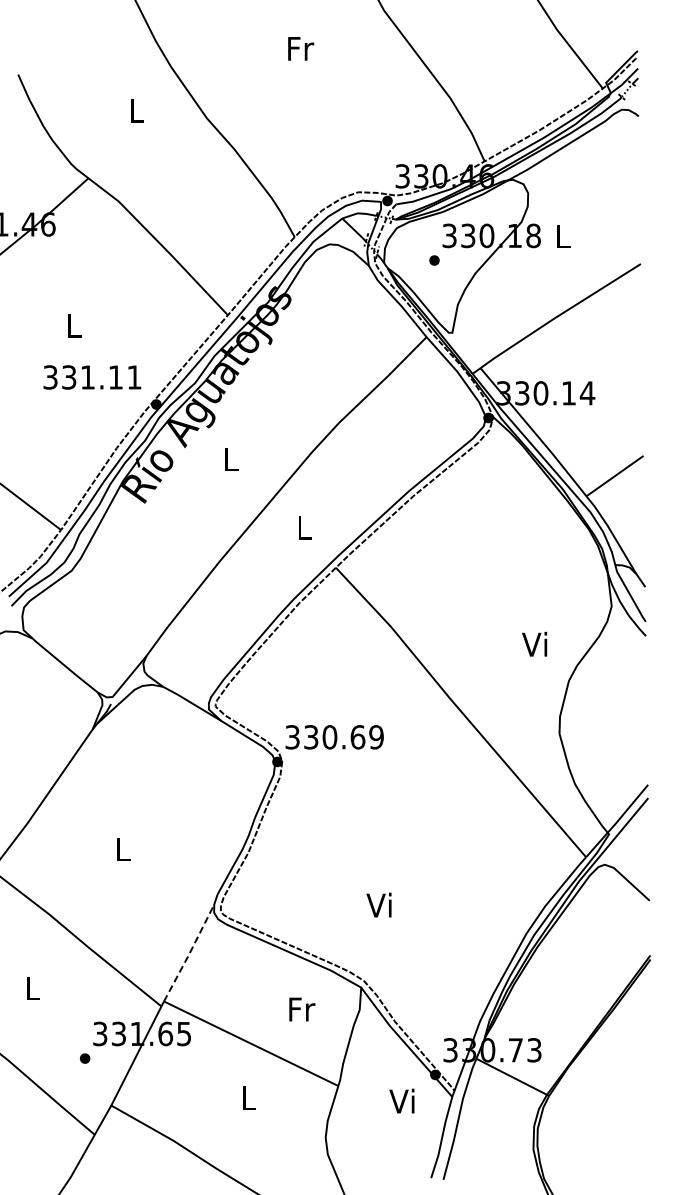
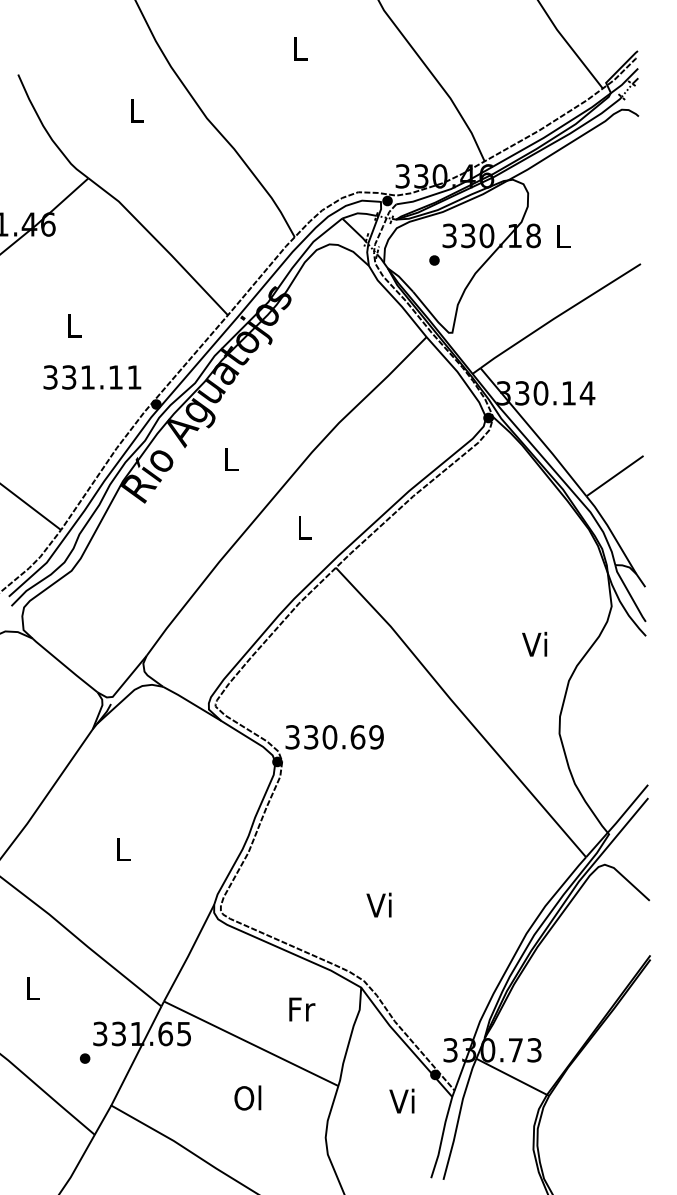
text at (301, 48): Fr -> L
line at (189, 953): dashed -> solid
text at (247, 1097): L -> Ol
